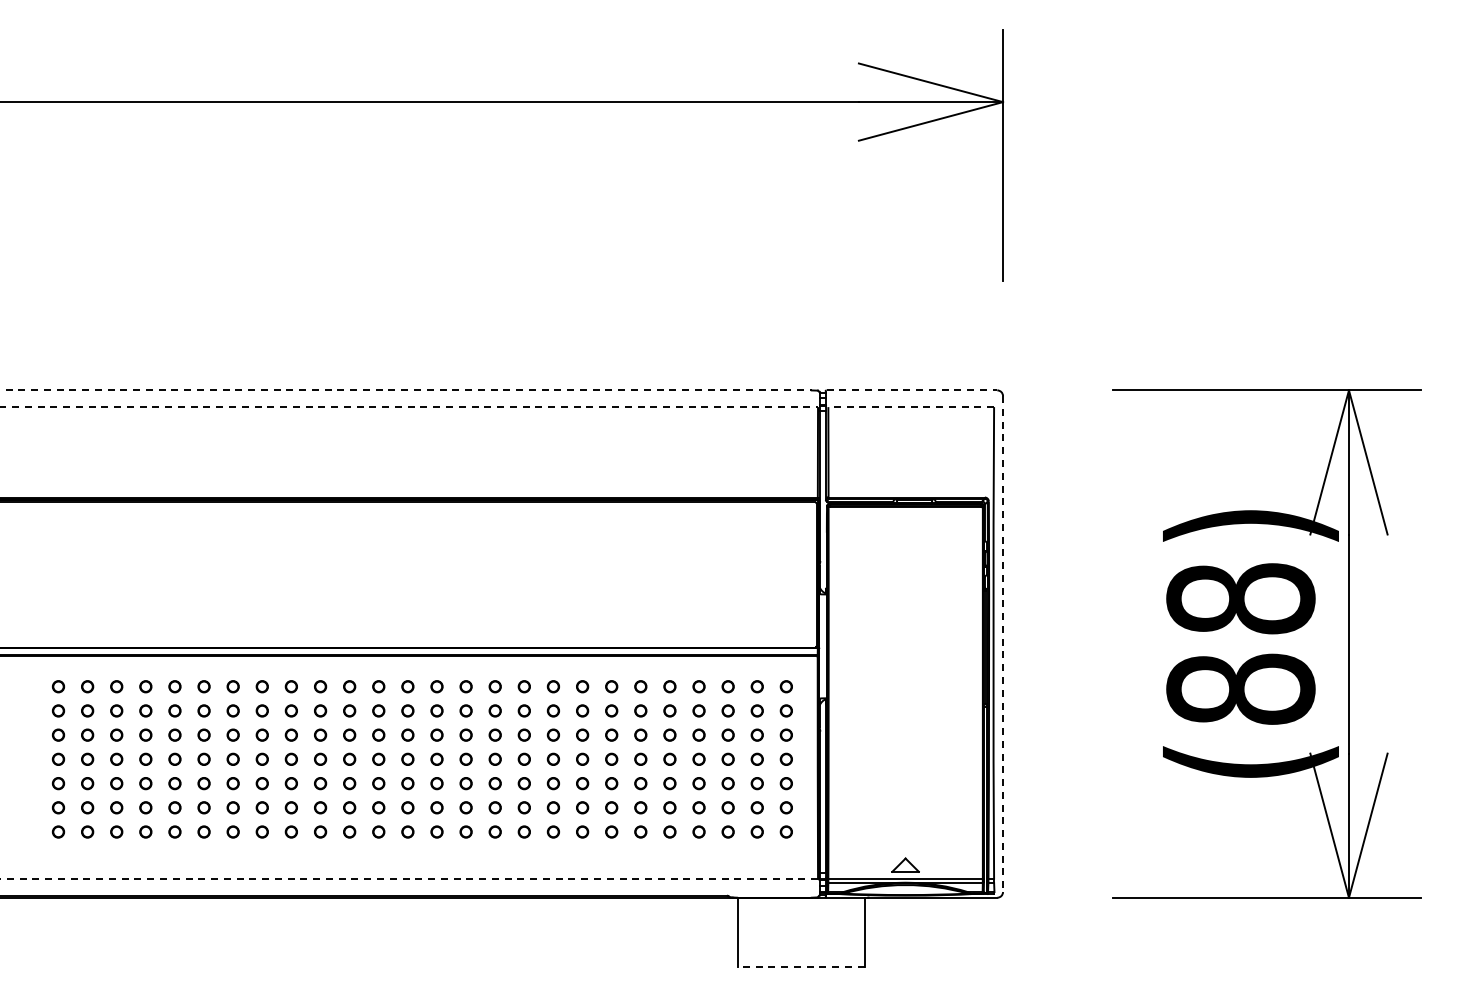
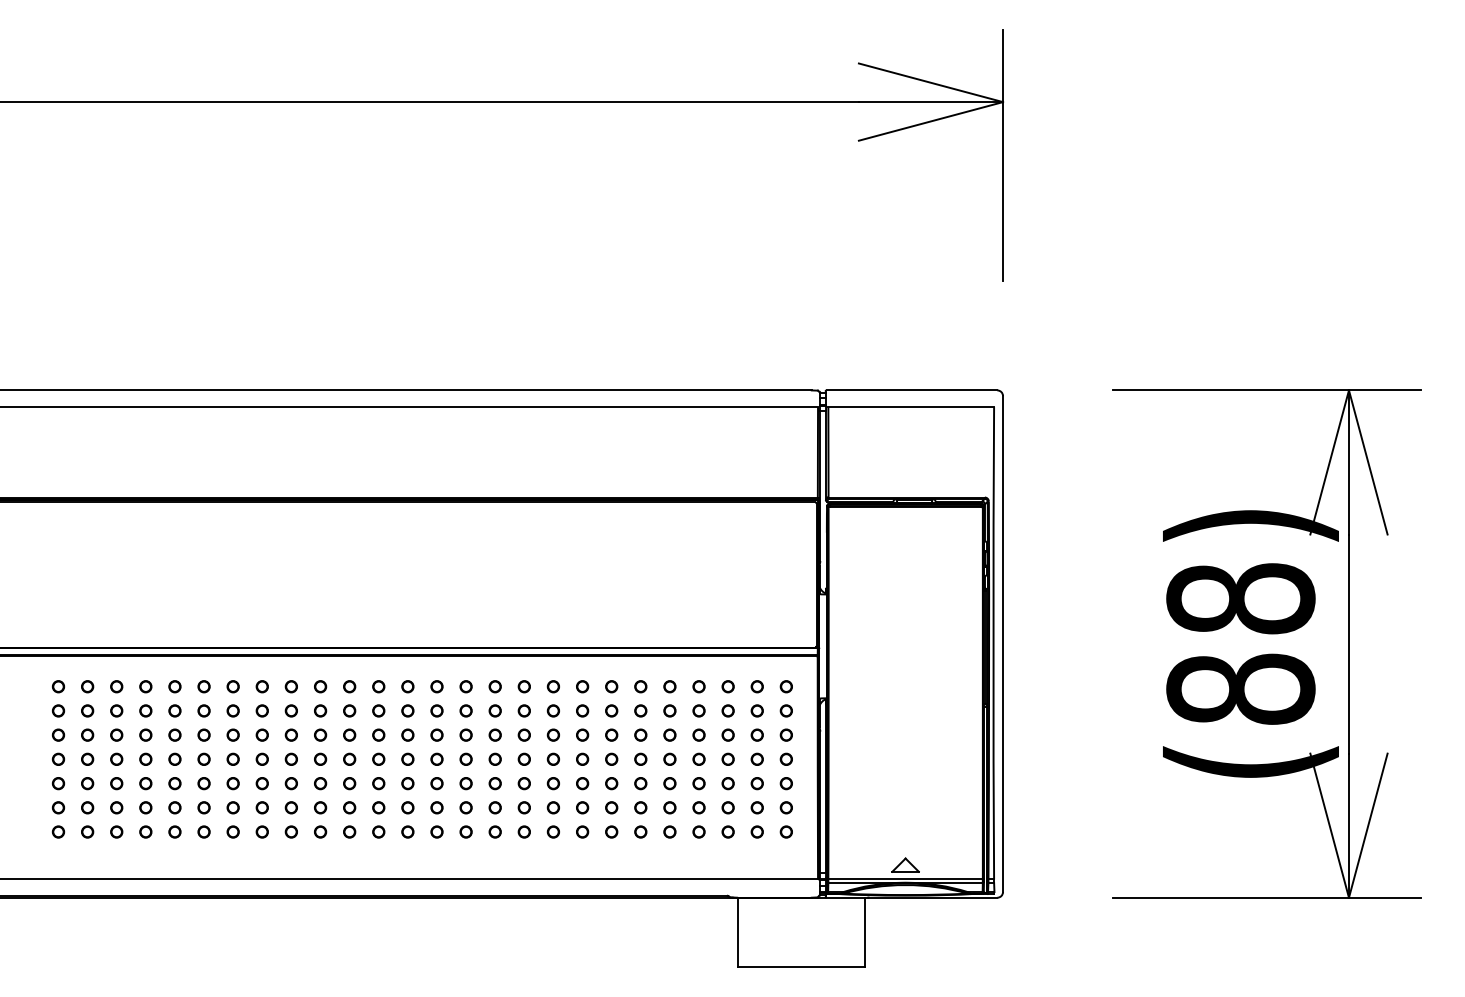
line at (405, 390): dashed -> solid
line at (912, 390): dashed -> solid
line at (409, 407): dashed -> solid
line at (911, 407): dashed -> solid
line at (1003, 644): dashed -> solid
line at (409, 879): dashed -> solid
line at (800, 966): dashed -> solid
